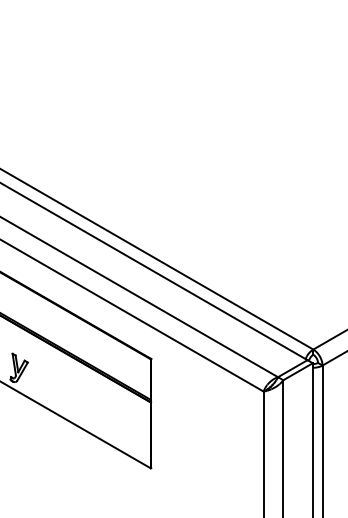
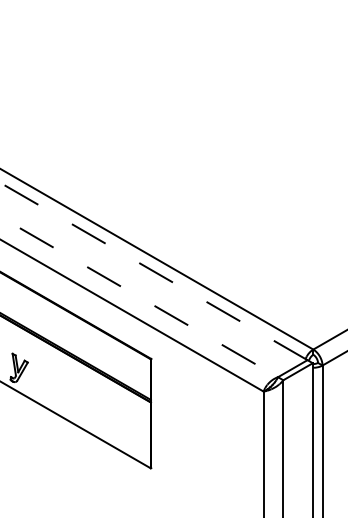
line at (153, 271): solid -> dashed
line at (139, 297): solid -> dashed
